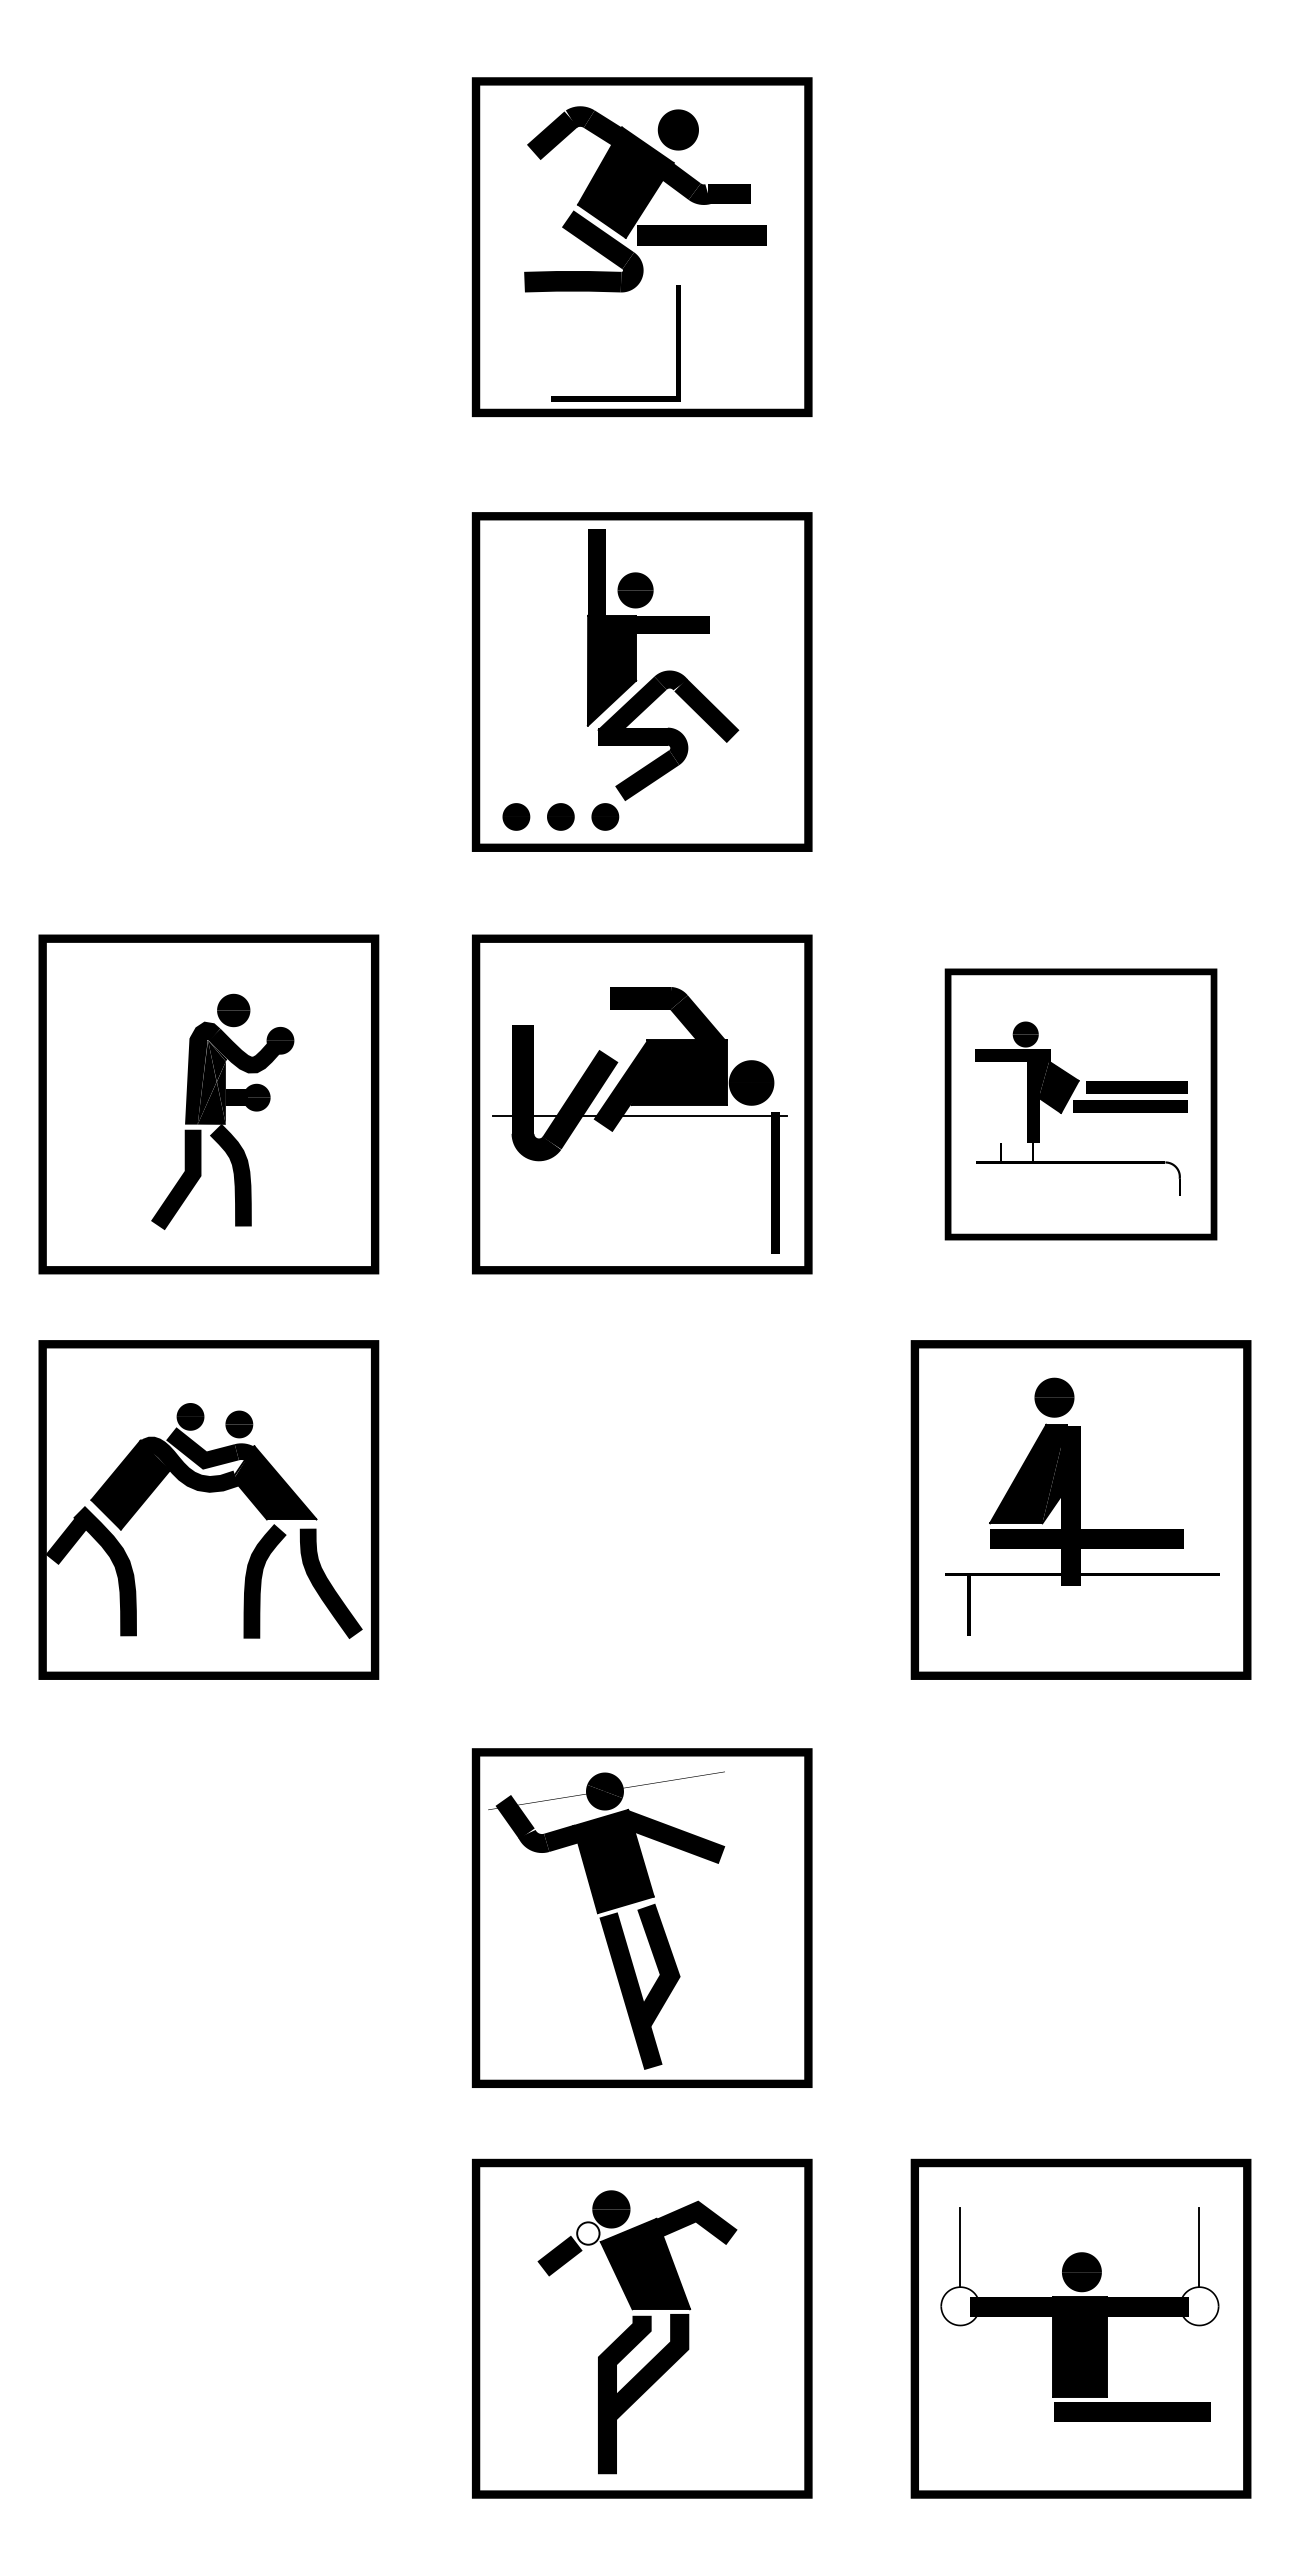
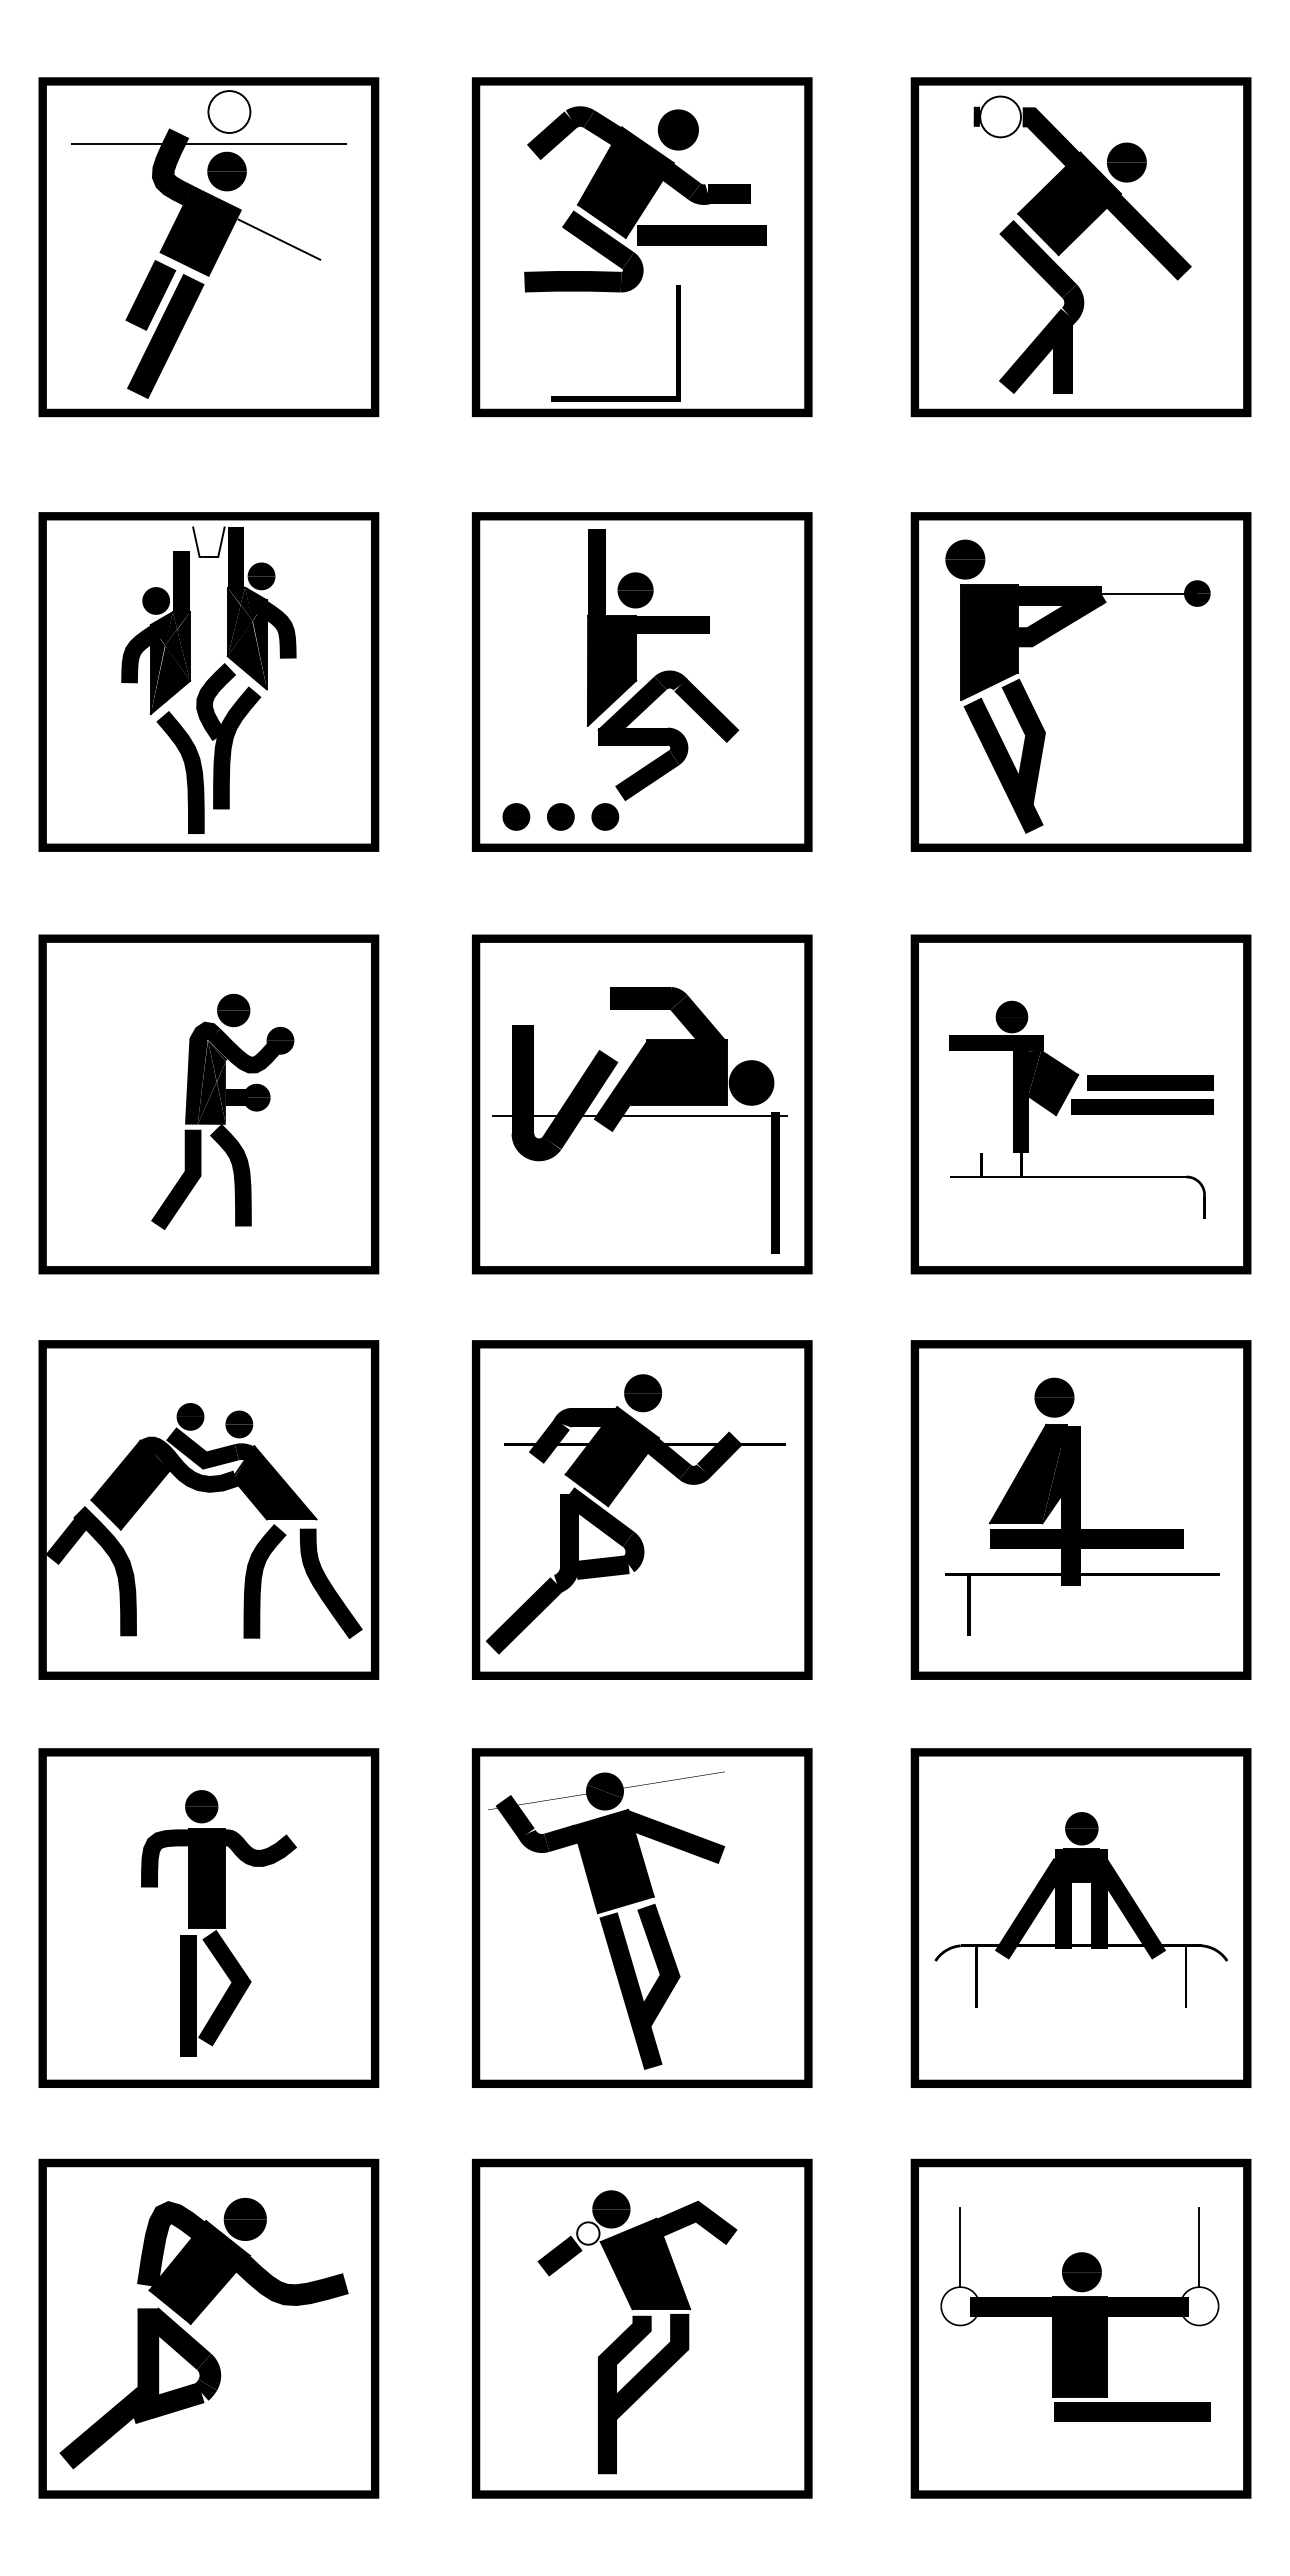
part at (208, 247): none -> present
part at (1080, 247): none -> present
part at (208, 681): none -> present
part at (1080, 681): none -> present
part at (1080, 1104) size: 274x273 px -> 342x341 px
part at (642, 1509): none -> present
part at (208, 1917): none -> present
part at (1080, 1917): none -> present
part at (208, 2328): none -> present
